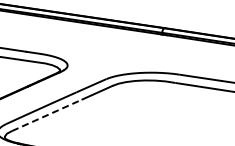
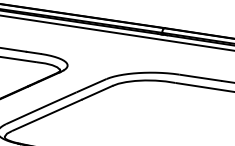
line at (116, 32): none -> present
line at (47, 115): dashed -> solid
